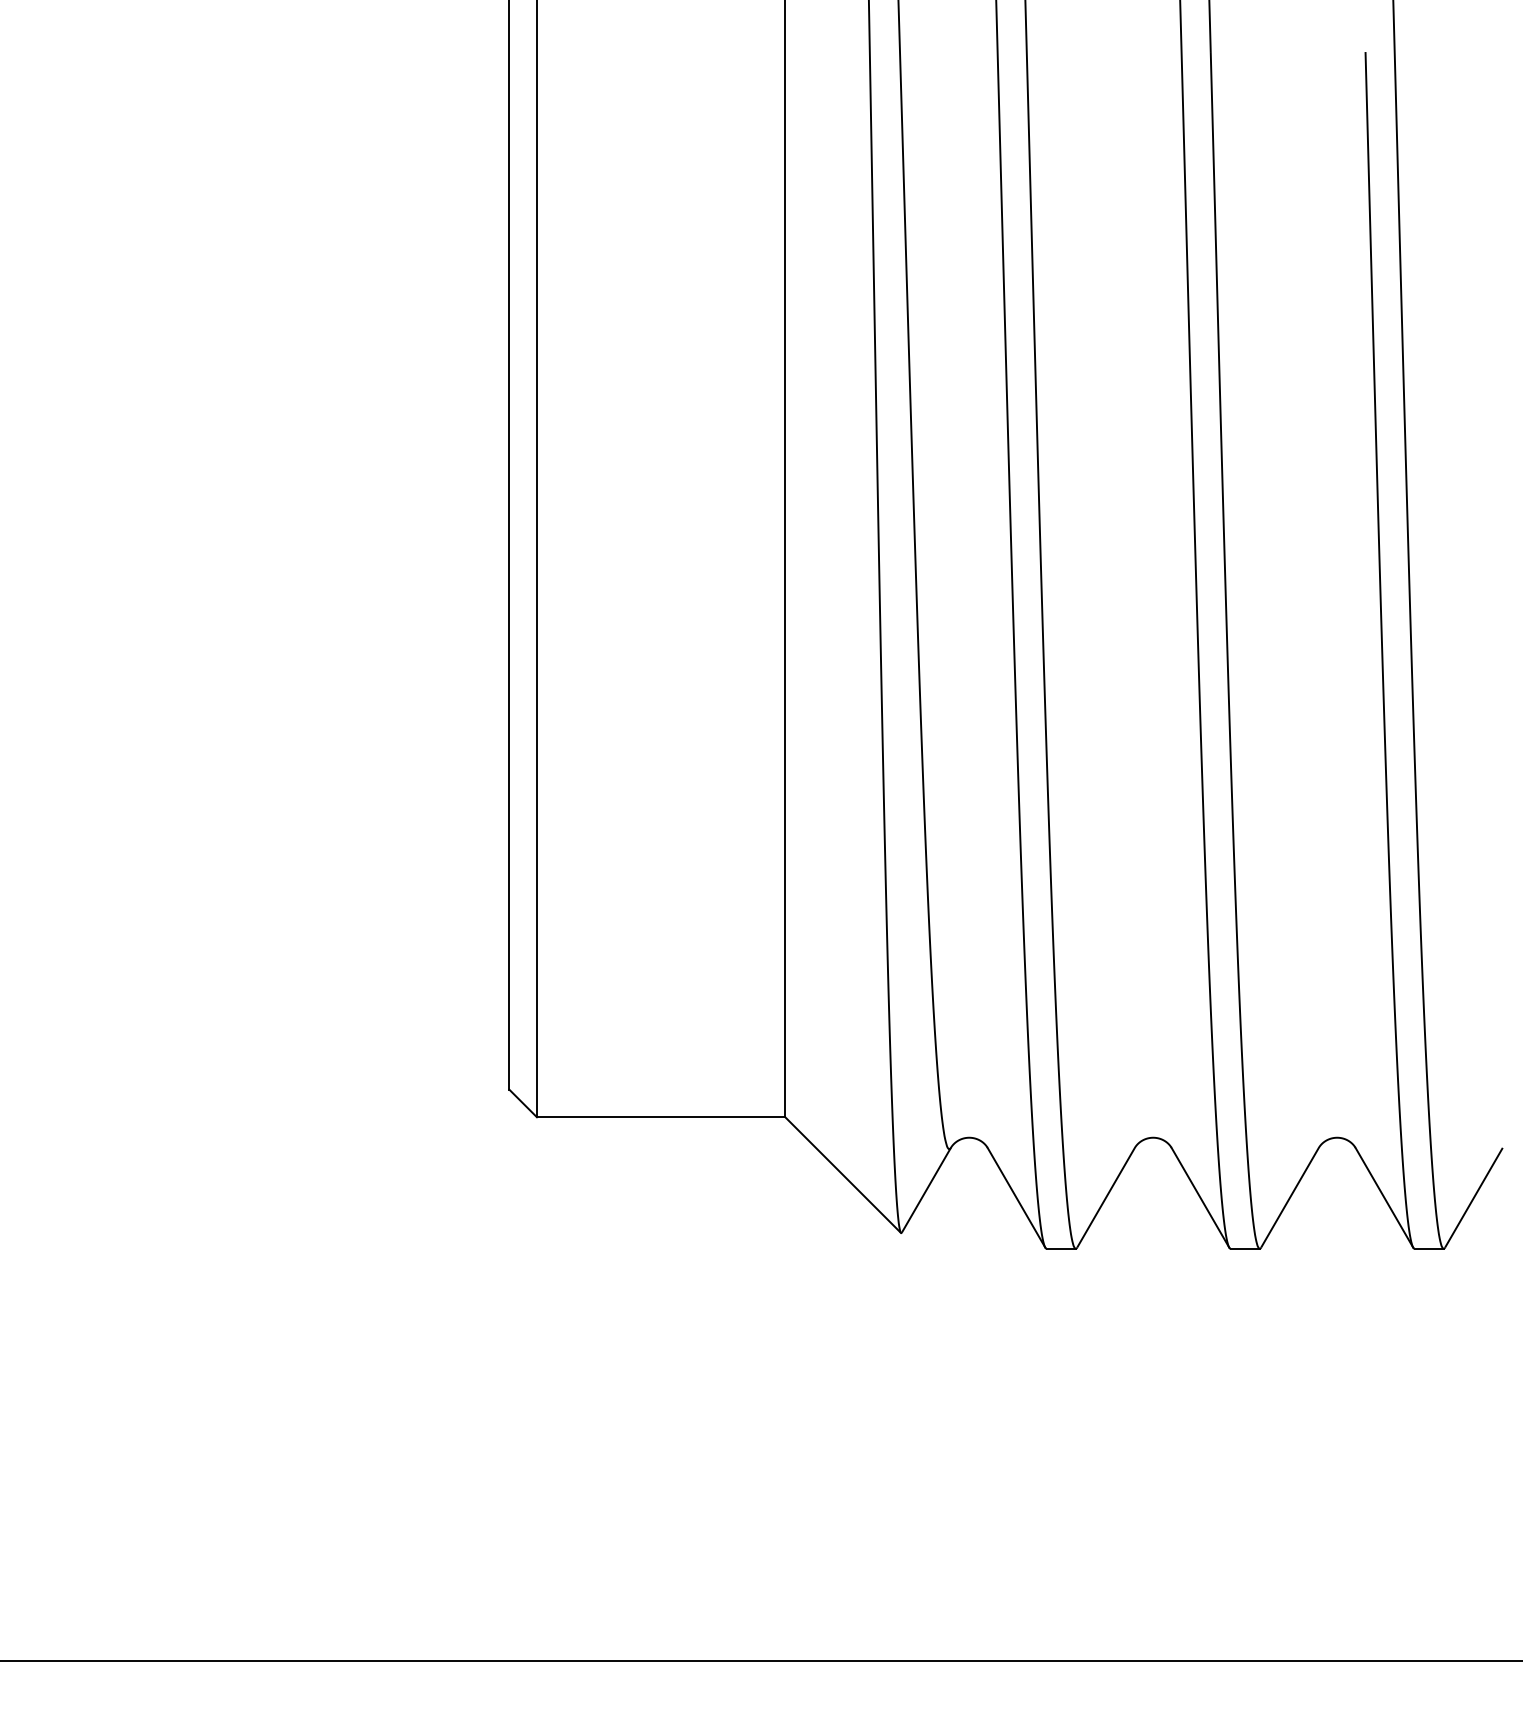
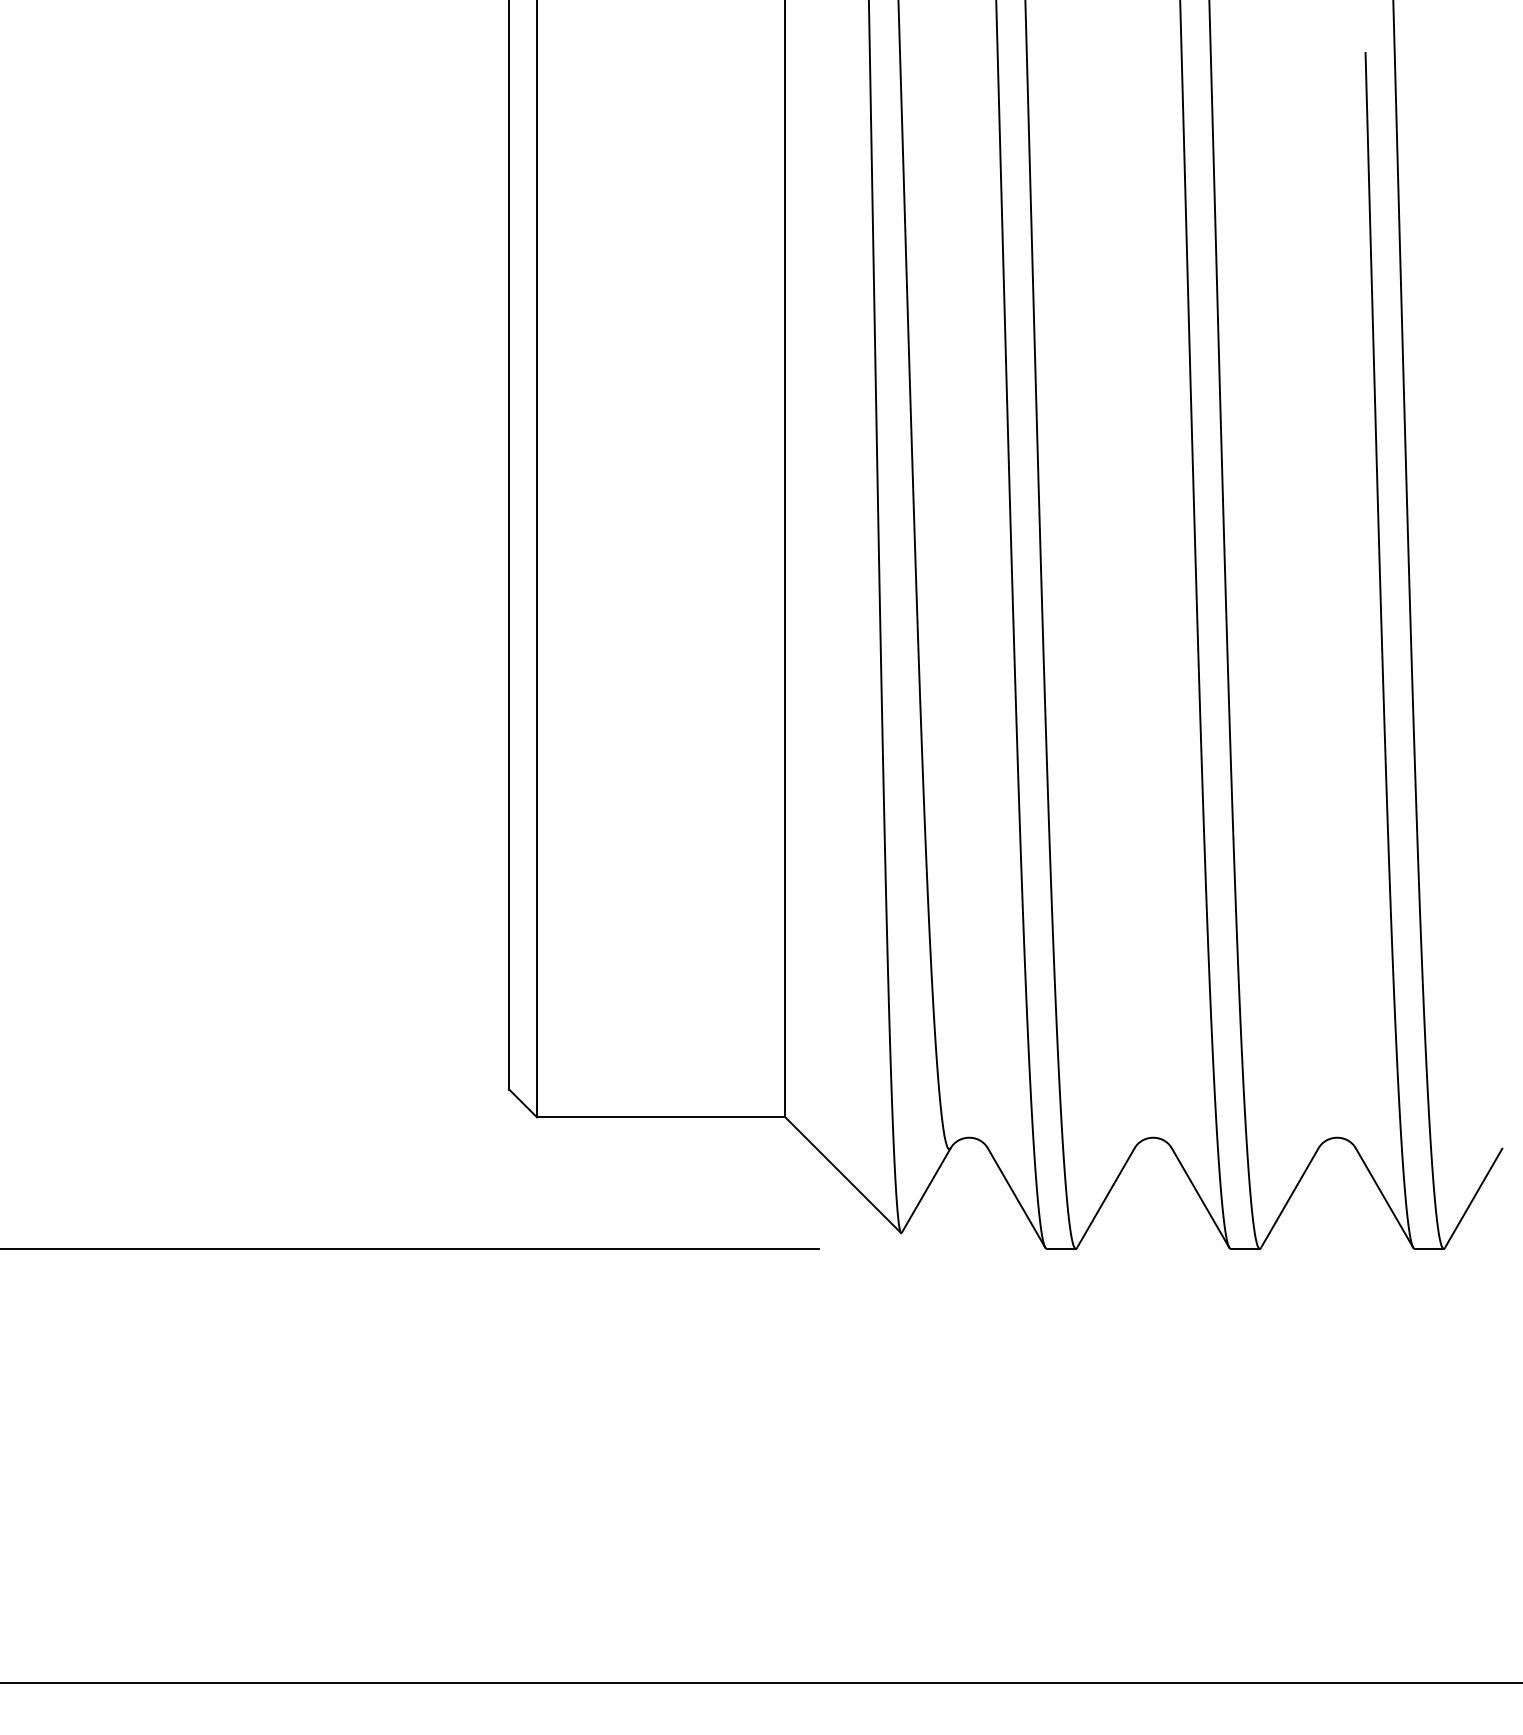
line at (410, 1248): none -> present
line at (760, 1660) position: (760, 1660) -> (760, 1682)
